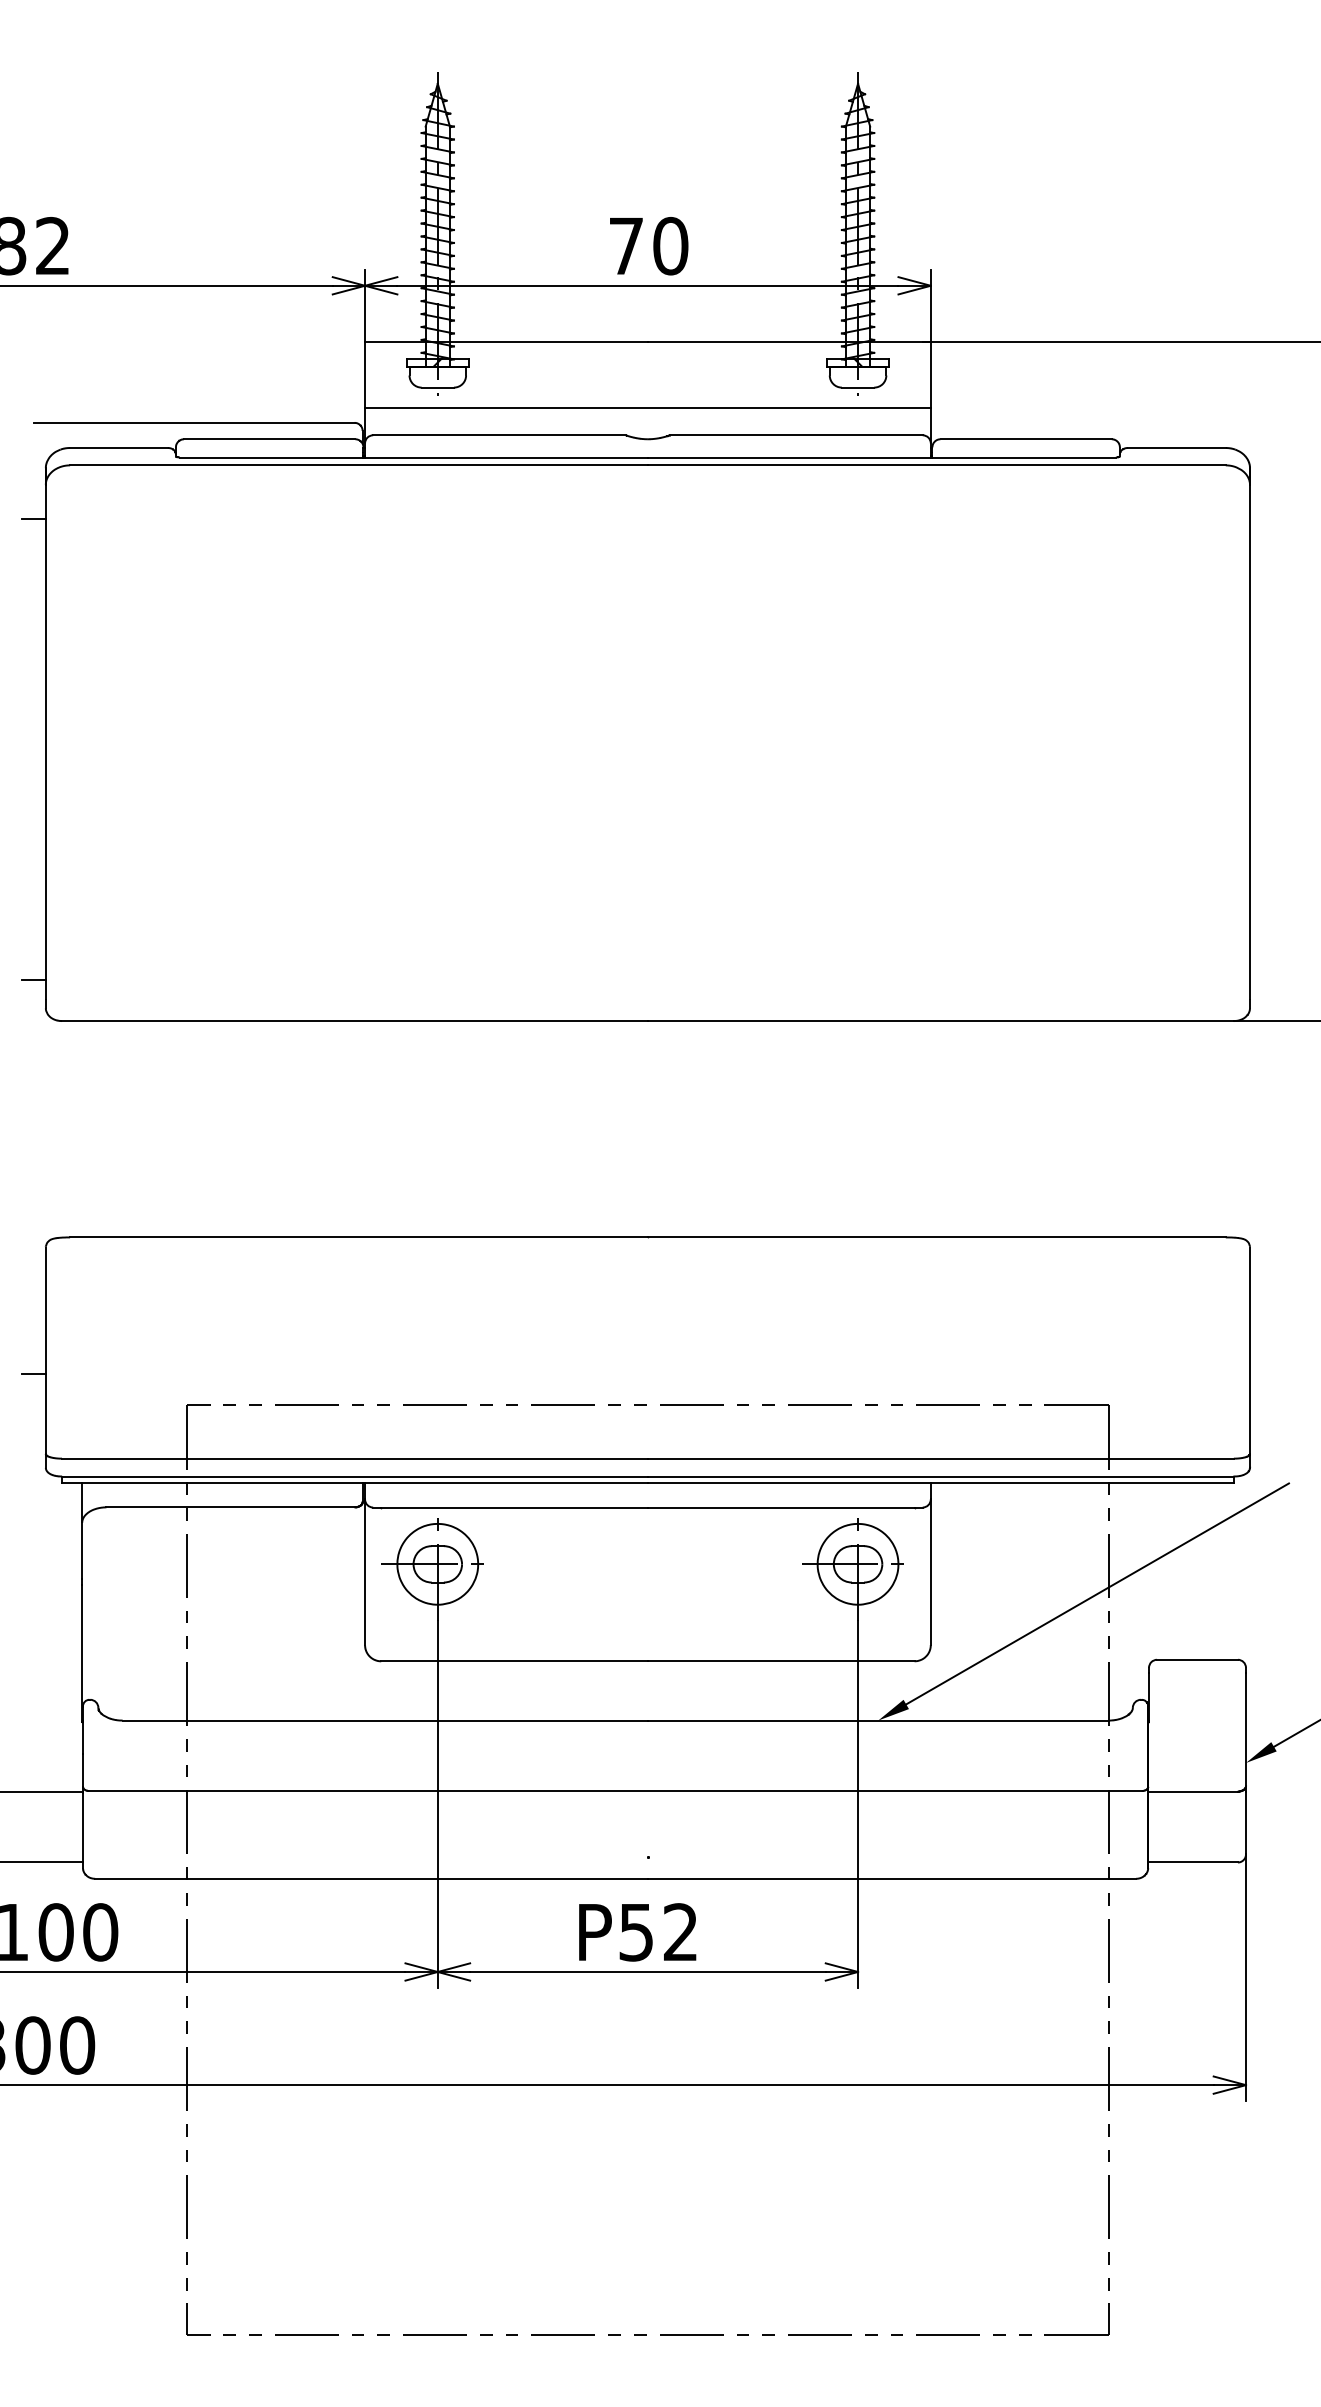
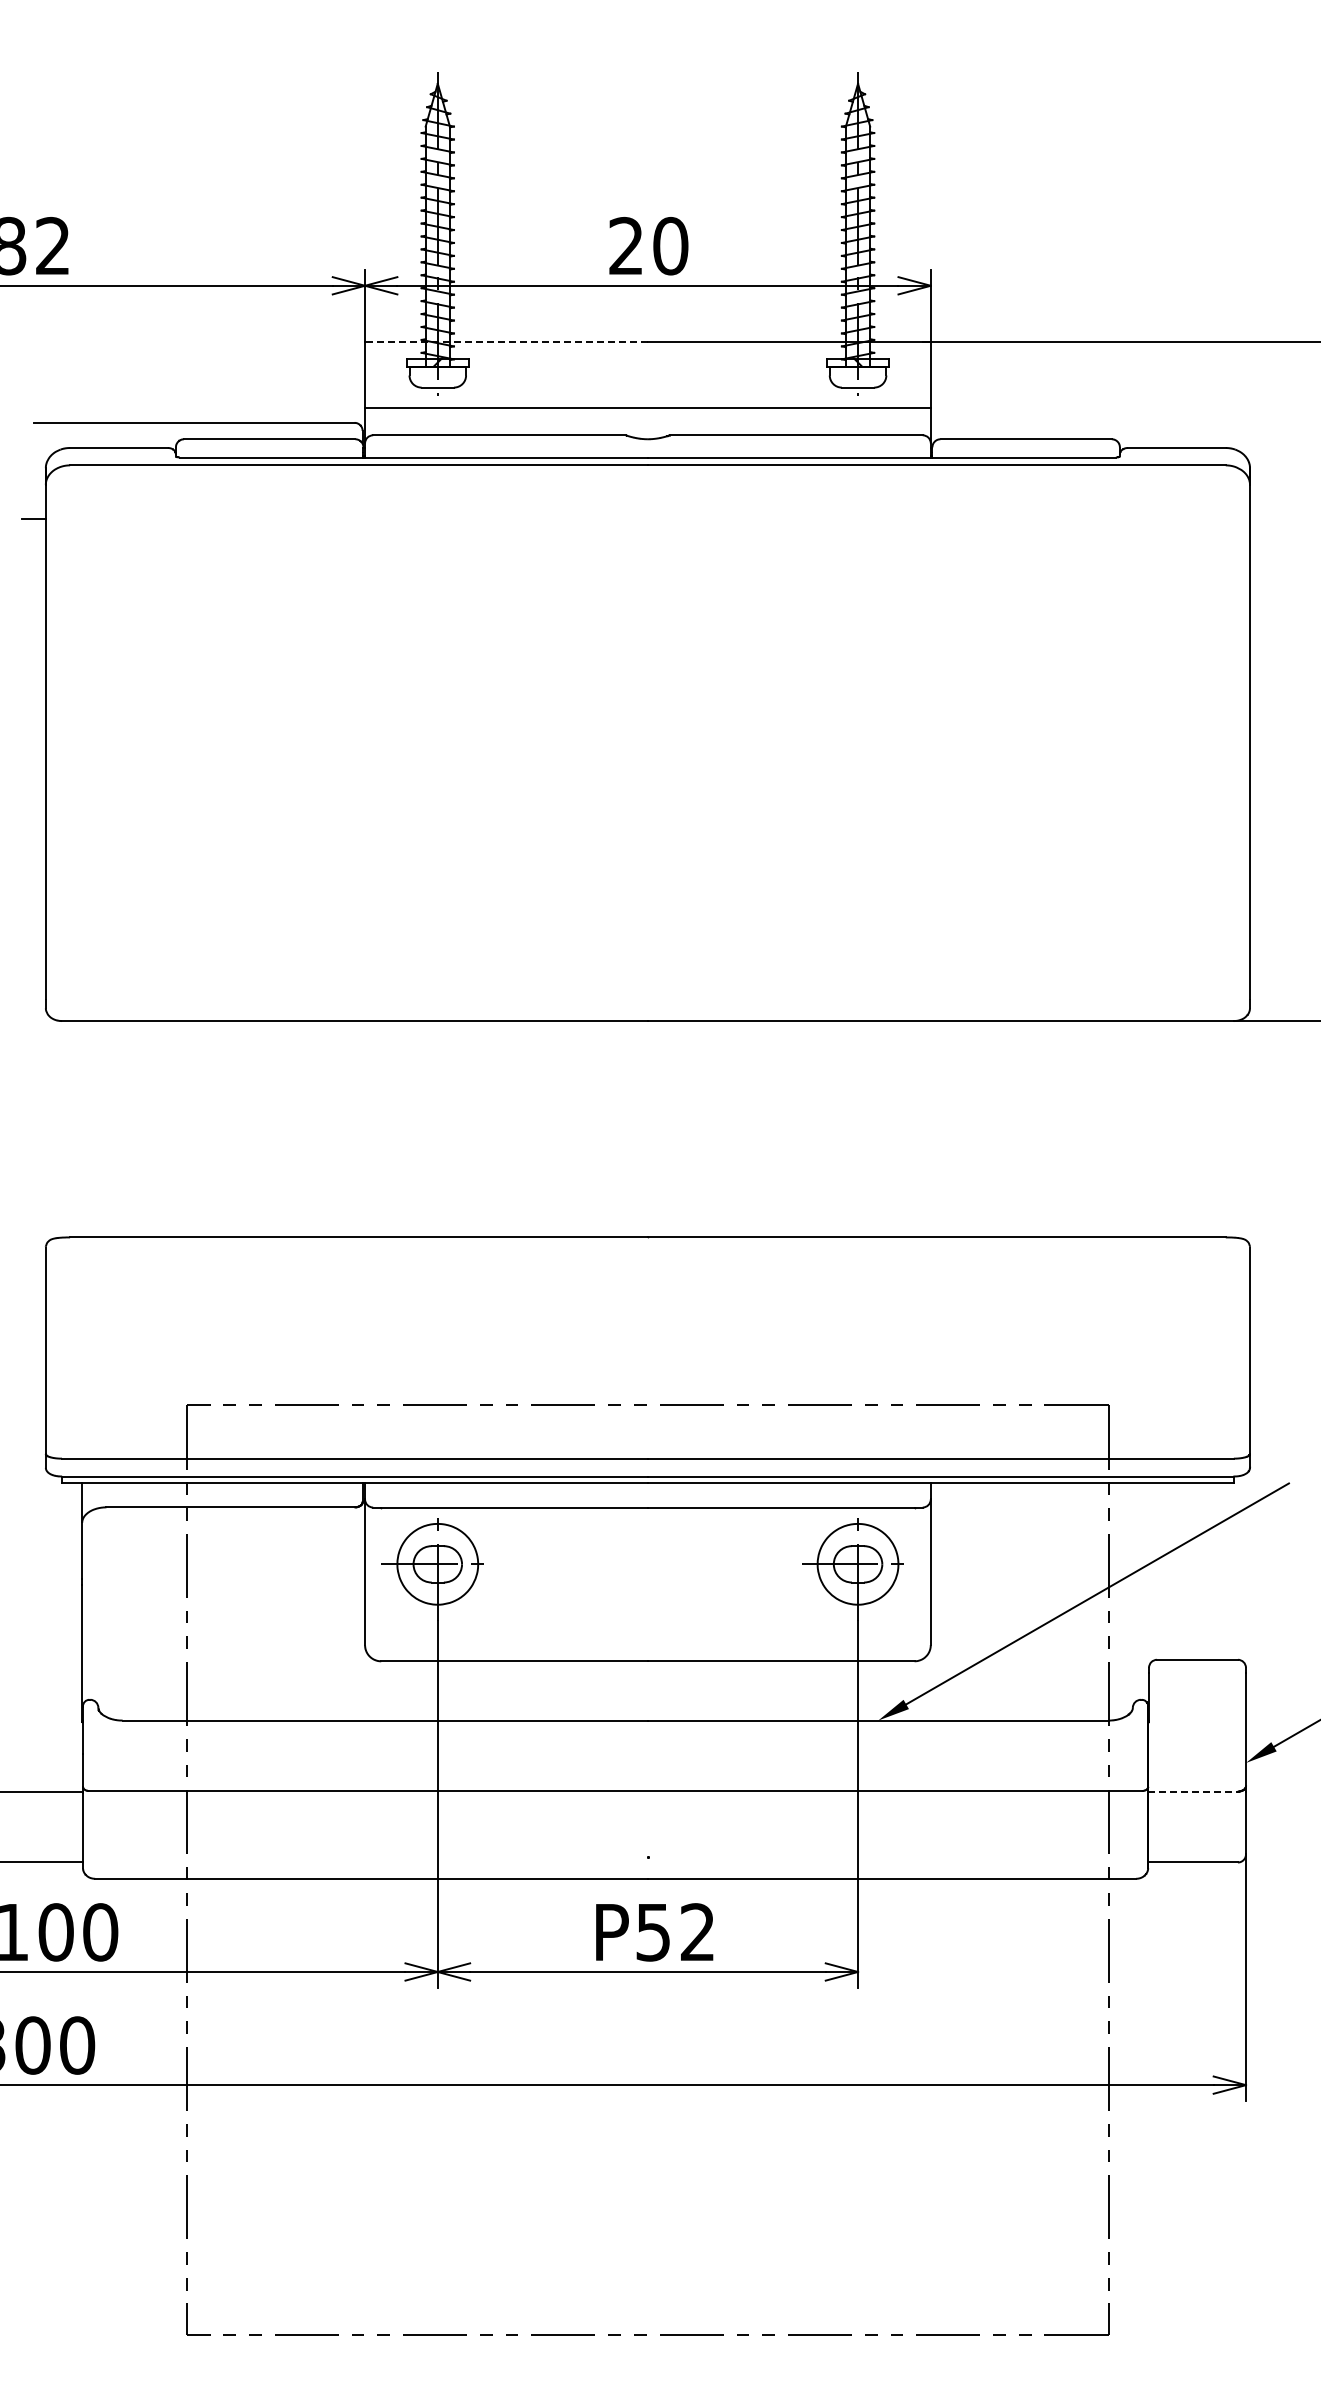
text at (625, 245): 70 -> 20
line at (506, 342): solid -> dashed
line at (33, 980): present -> none
line at (33, 1374): present -> none
line at (1193, 1791): solid -> dashed
text at (637, 1932) position: (637, 1932) -> (654, 1932)
